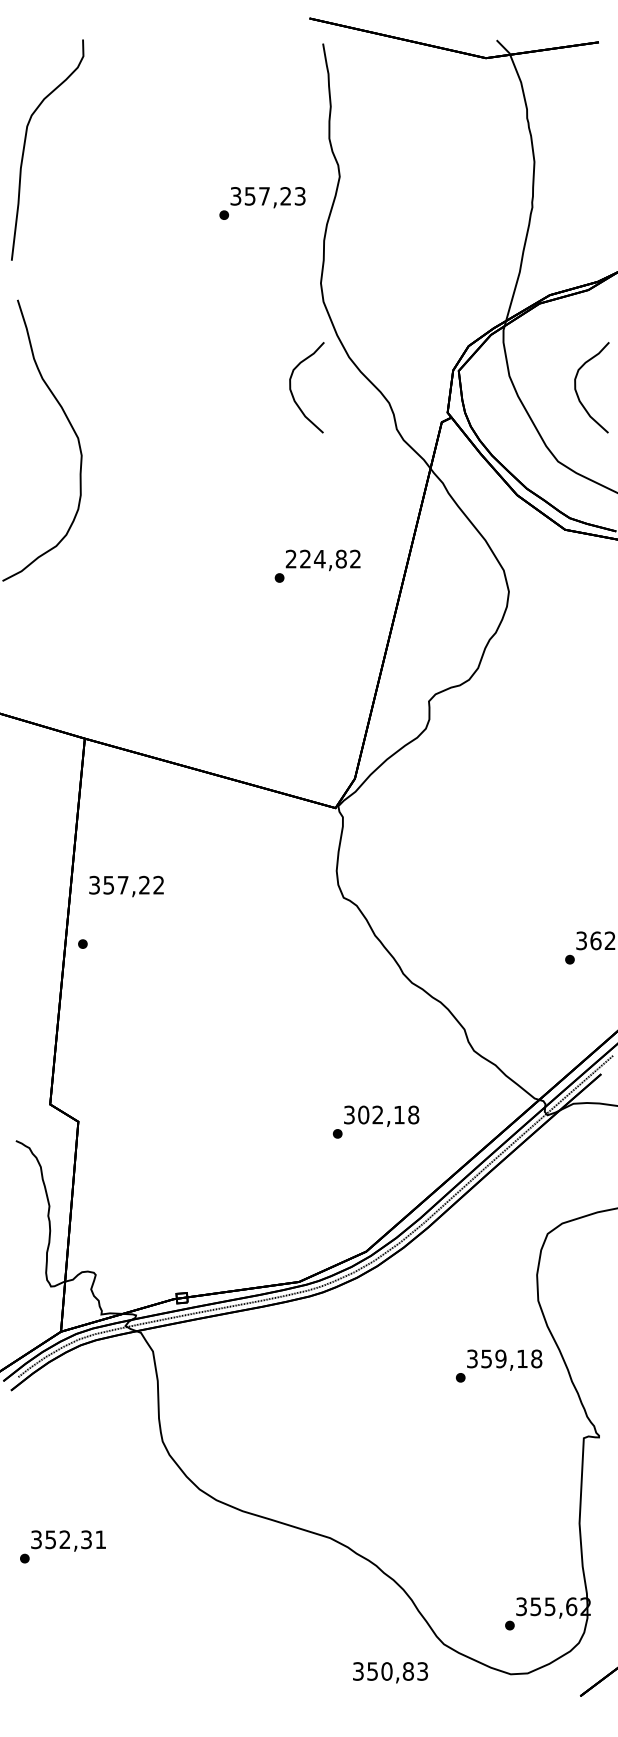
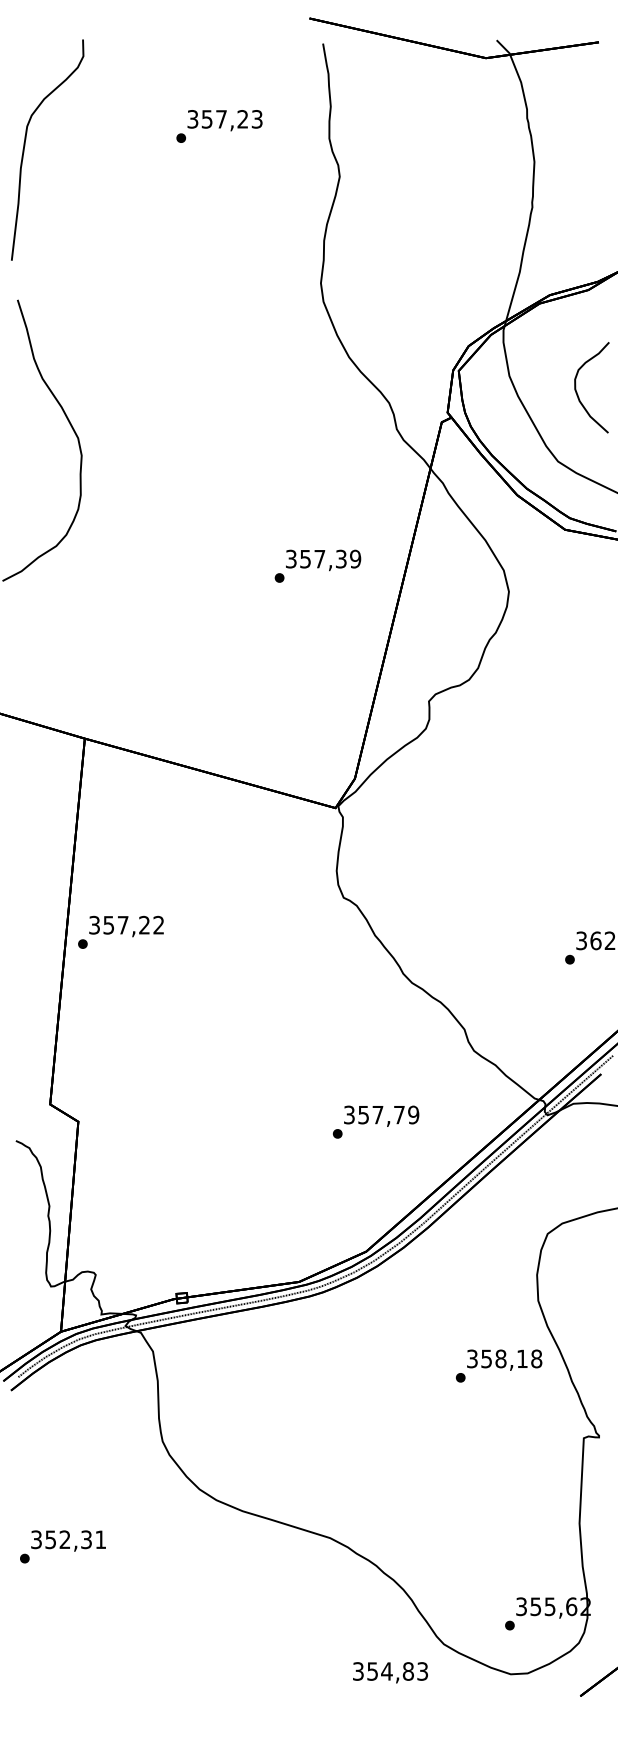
text at (262, 203) position: (262, 203) -> (219, 126)
curve at (293, 394): present -> none
text at (323, 558): 224,82 -> 357,39
text at (126, 886) position: (126, 886) -> (126, 926)
text at (388, 1114): 302,18 -> 357,79
text at (500, 1358): 359,18 -> 358,18
text at (386, 1671): 350,83 -> 354,83
